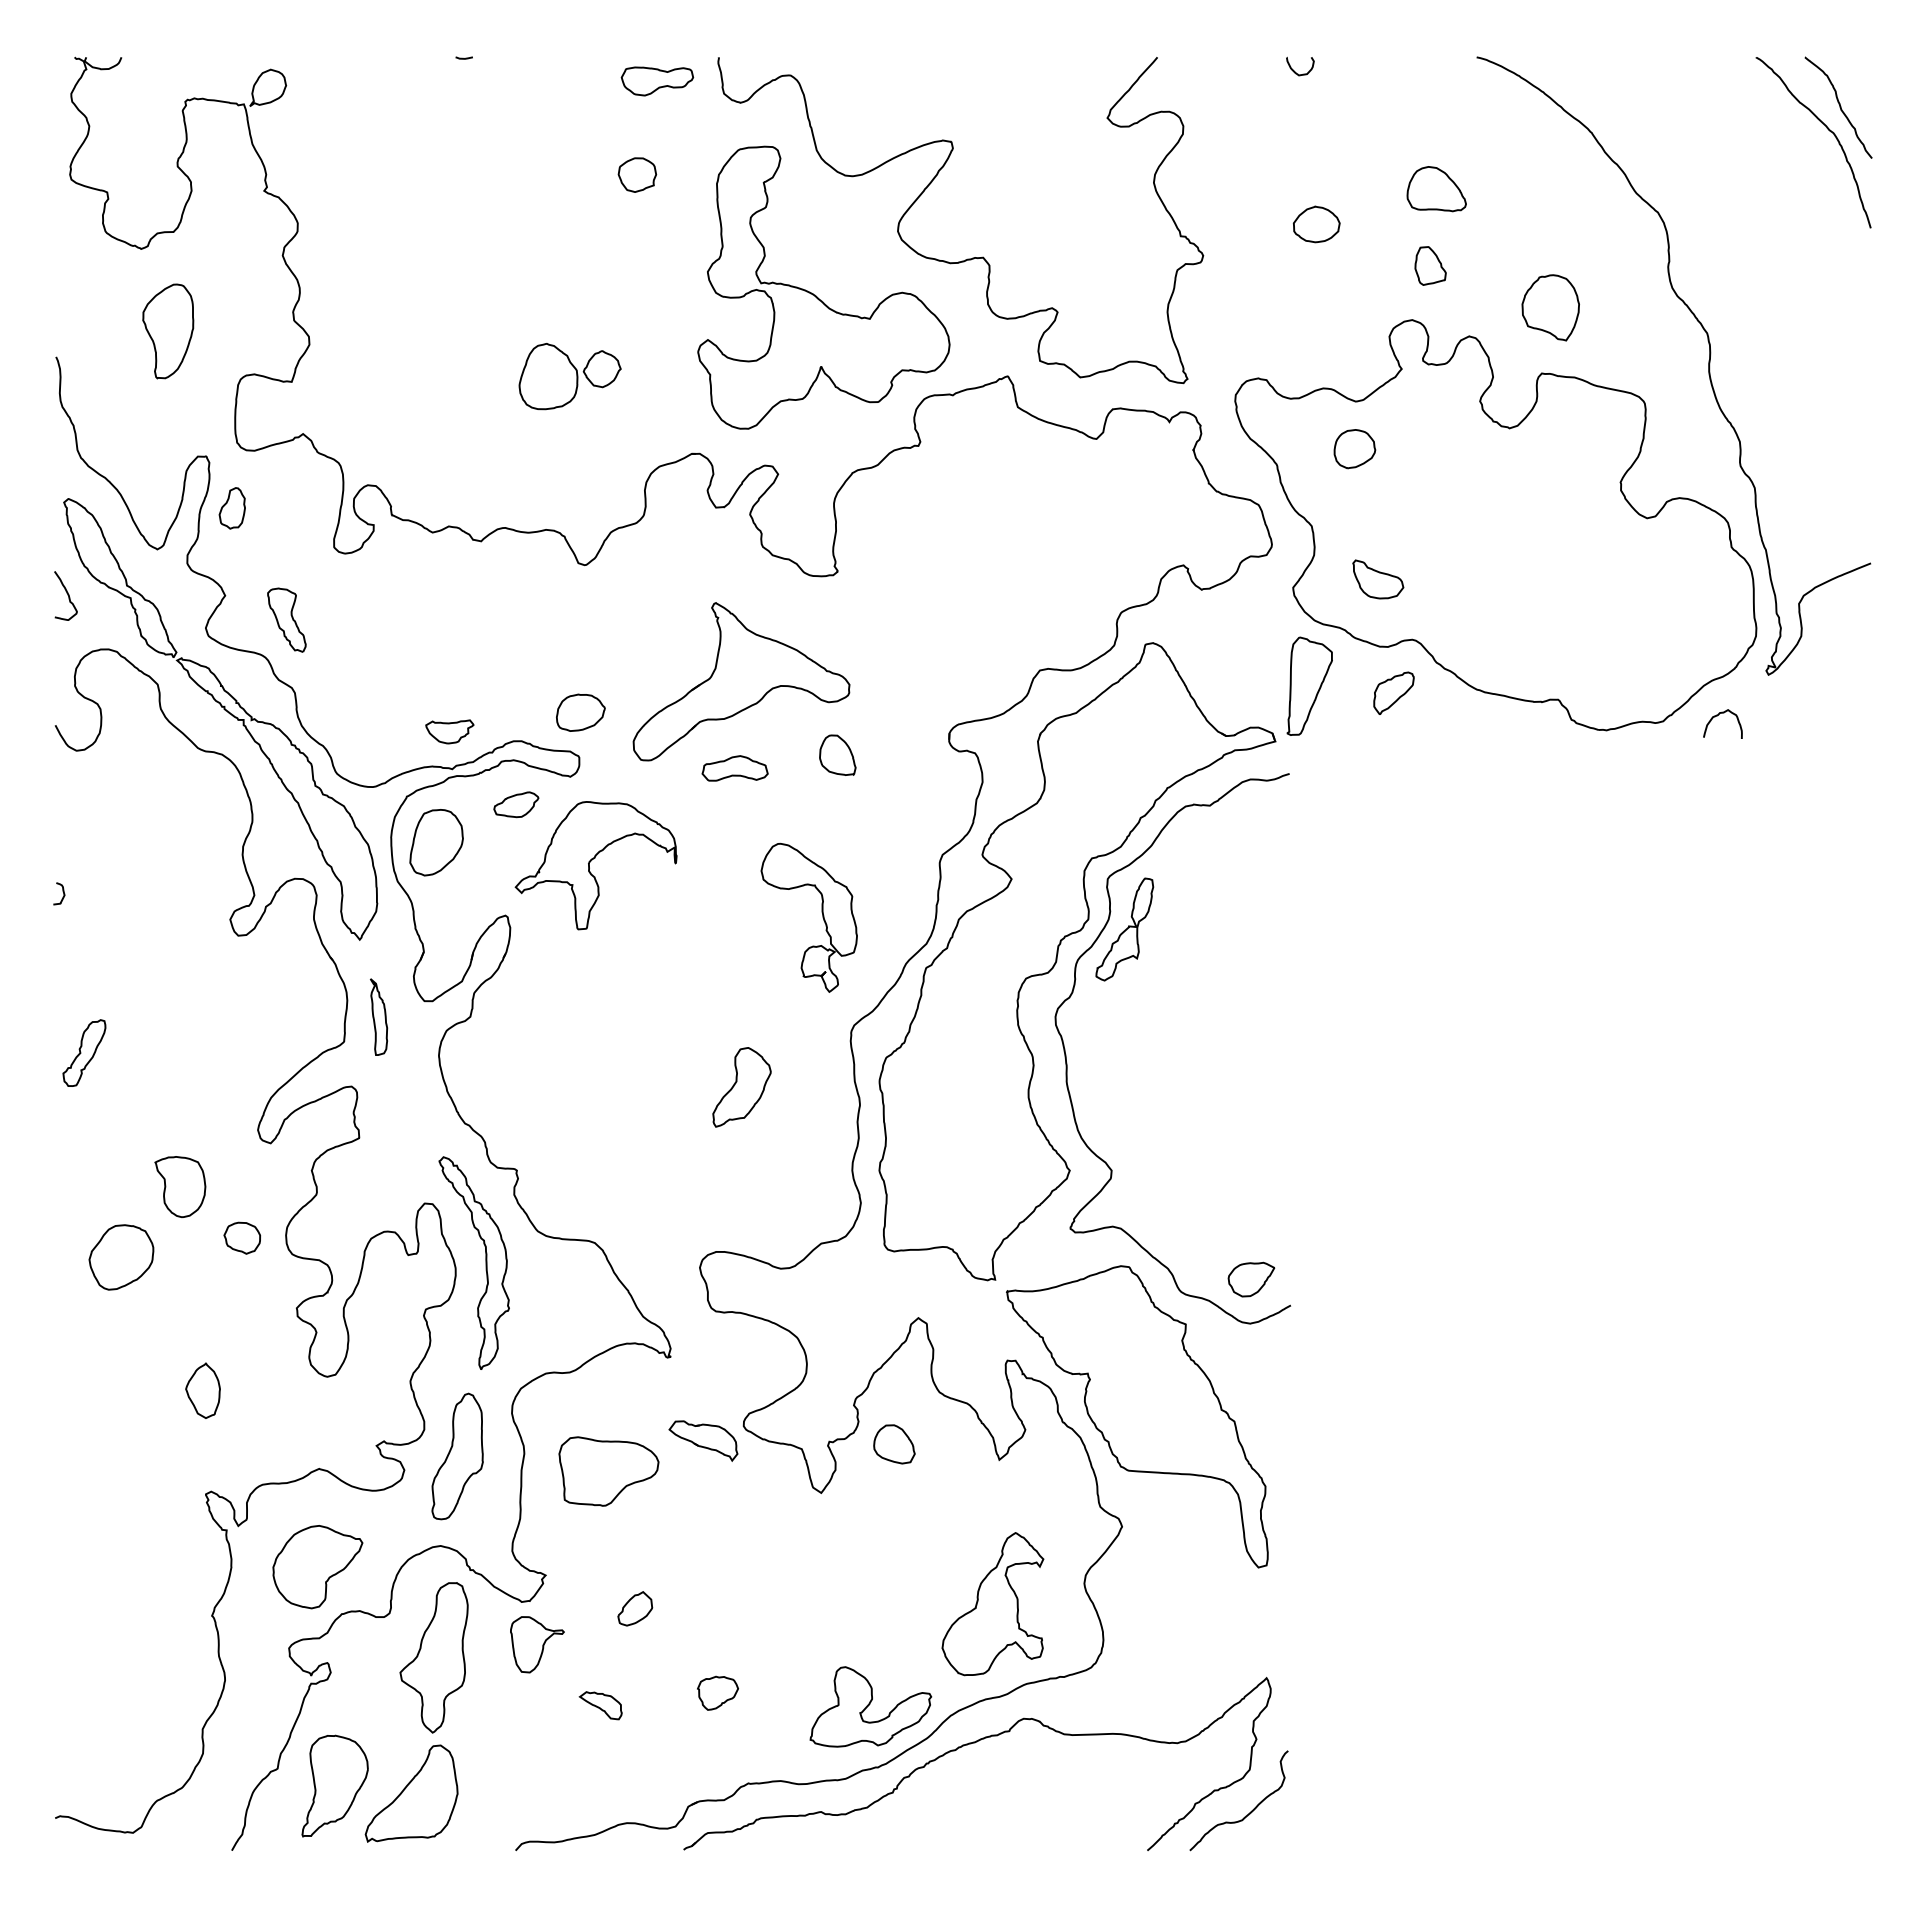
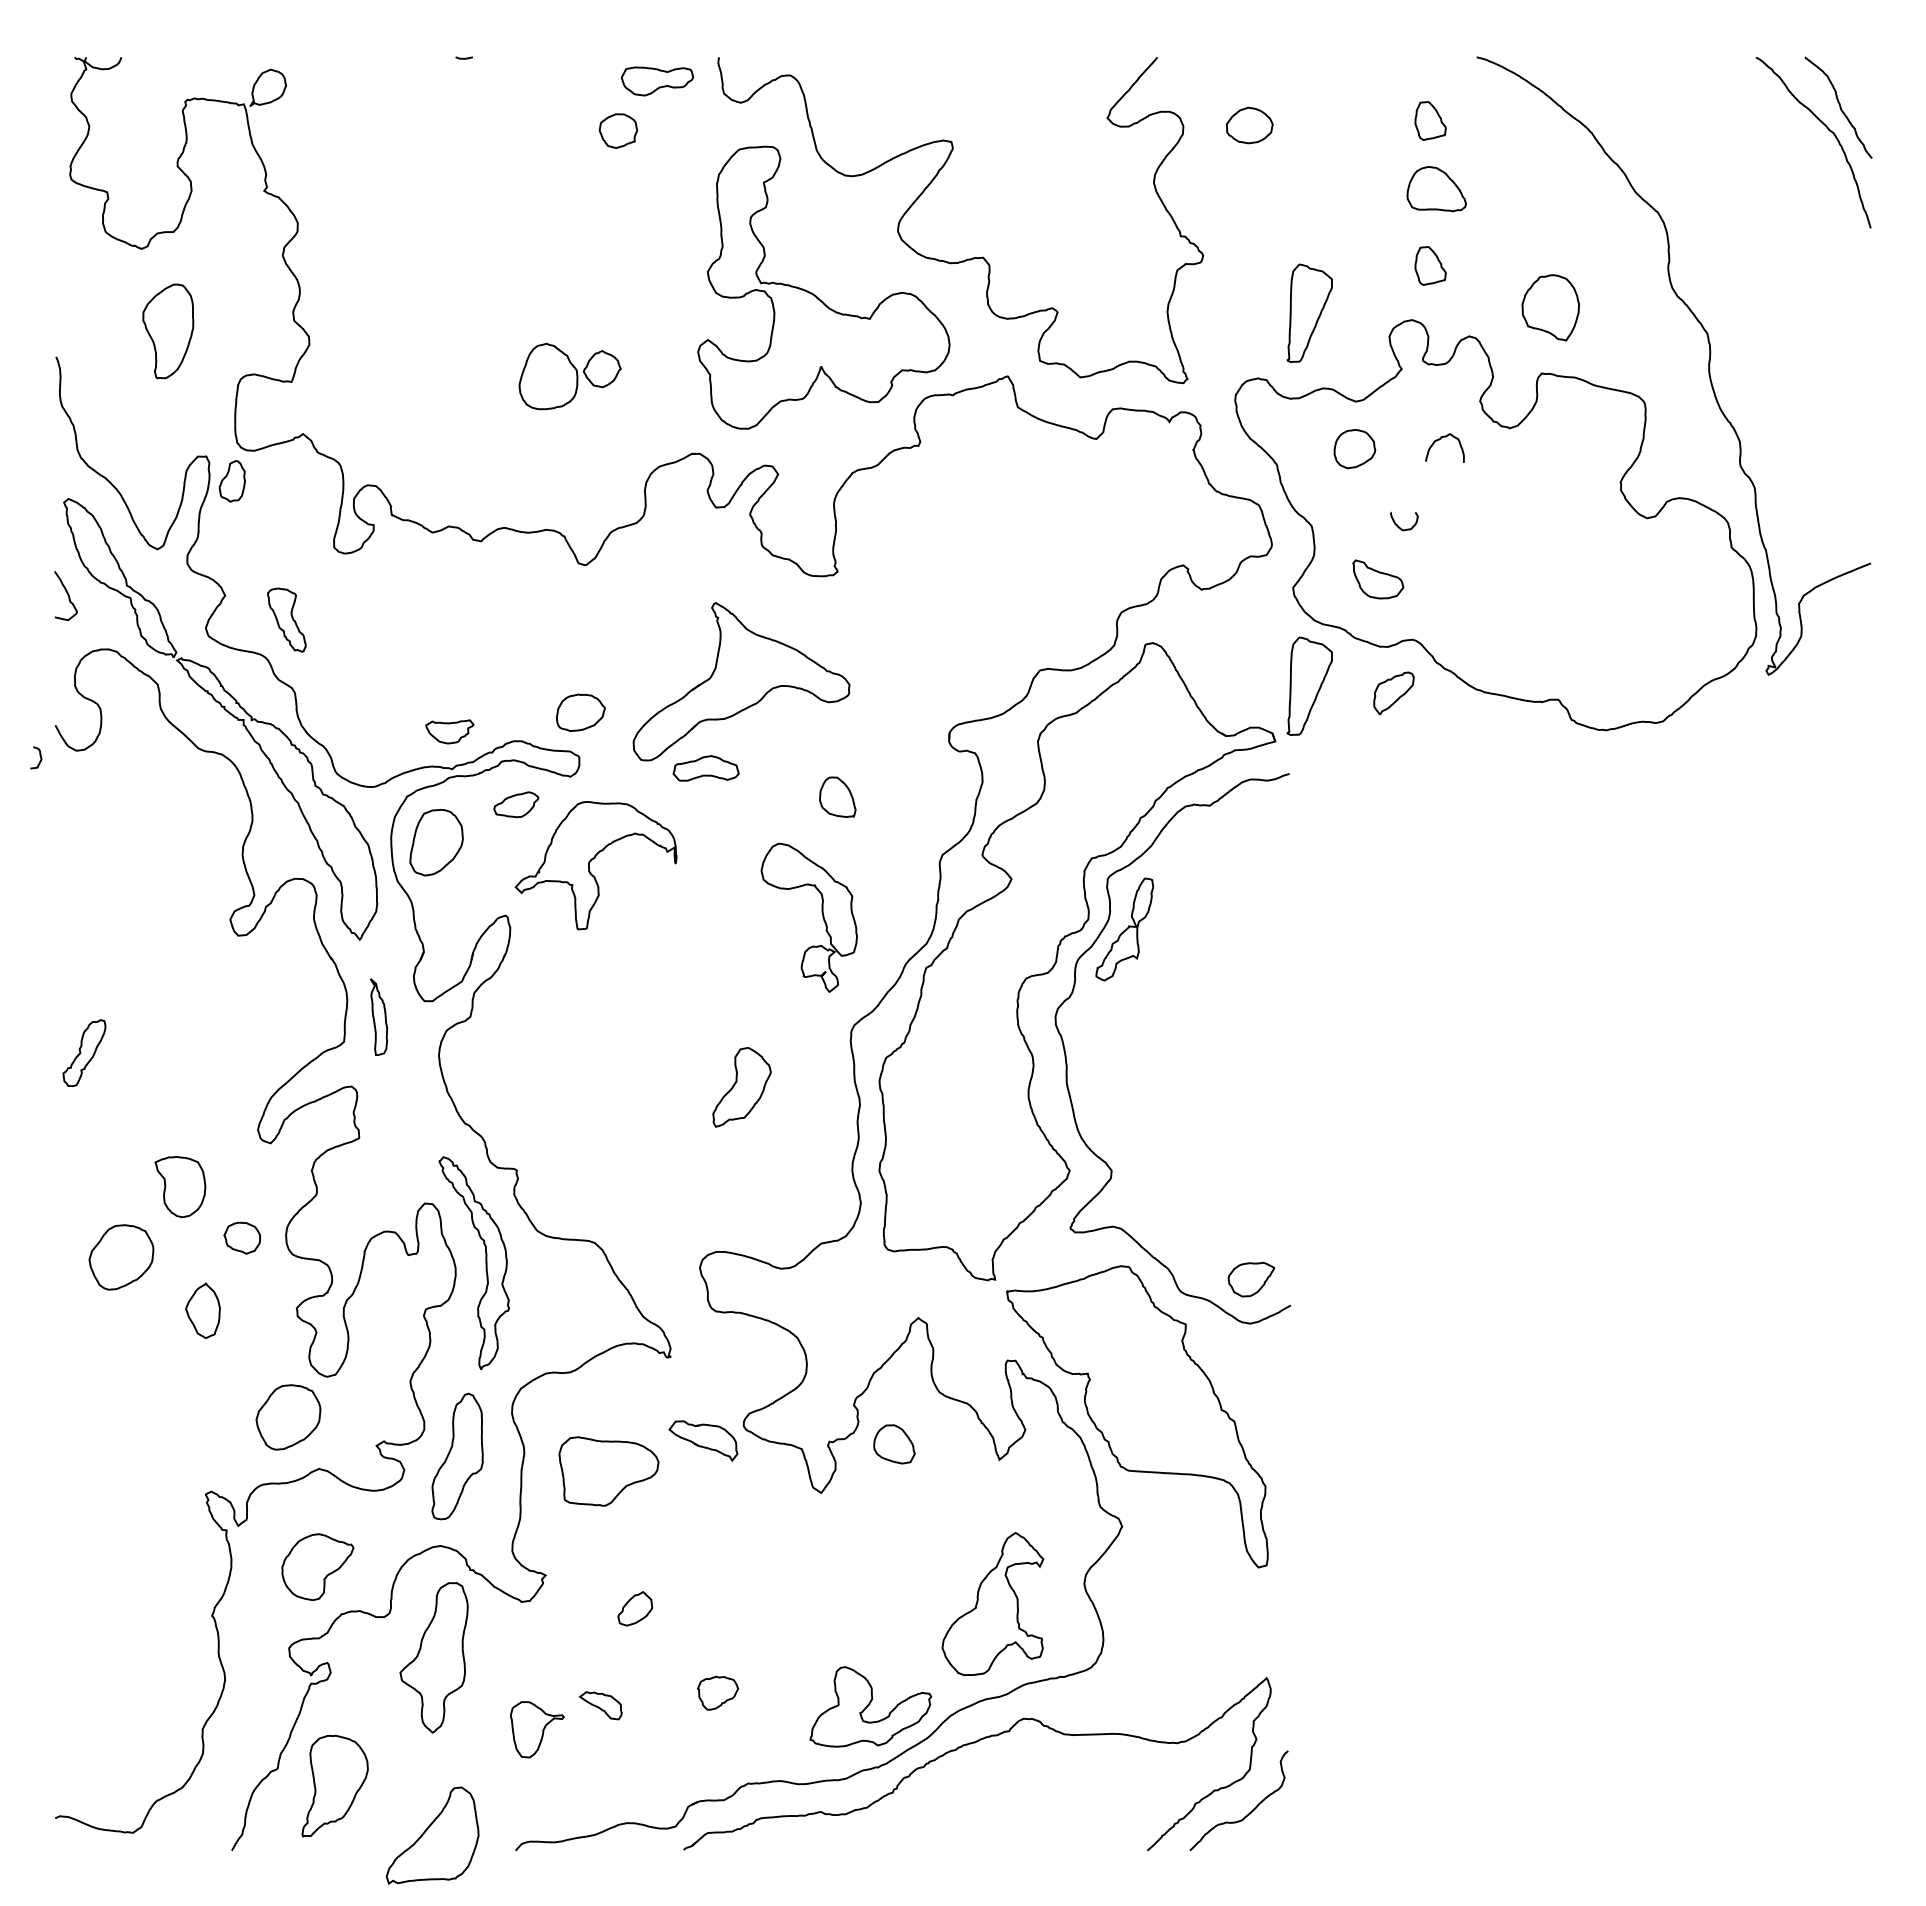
curve at (1295, 71) position: (1295, 71) -> (1399, 526)
part at (1430, 120): none -> present
part at (637, 174) position: (637, 174) -> (618, 130)
part at (1316, 224) position: (1316, 224) -> (1249, 125)
part at (1309, 312): none -> present
part at (231, 508) position: (231, 508) -> (231, 481)
curve at (1717, 716) position: (1717, 716) -> (1439, 440)
part at (837, 754) position: (837, 754) -> (837, 796)
part at (734, 768) position: (734, 768) -> (705, 768)
curve at (62, 891) position: (62, 891) -> (39, 755)
part at (202, 1390) position: (202, 1390) -> (202, 1310)
part at (288, 1417): none -> present
part at (317, 1567) size: 92x85 px -> 74x69 px
part at (537, 1644) position: (537, 1644) -> (537, 1729)
part at (411, 1793) position: (411, 1793) -> (432, 1835)
